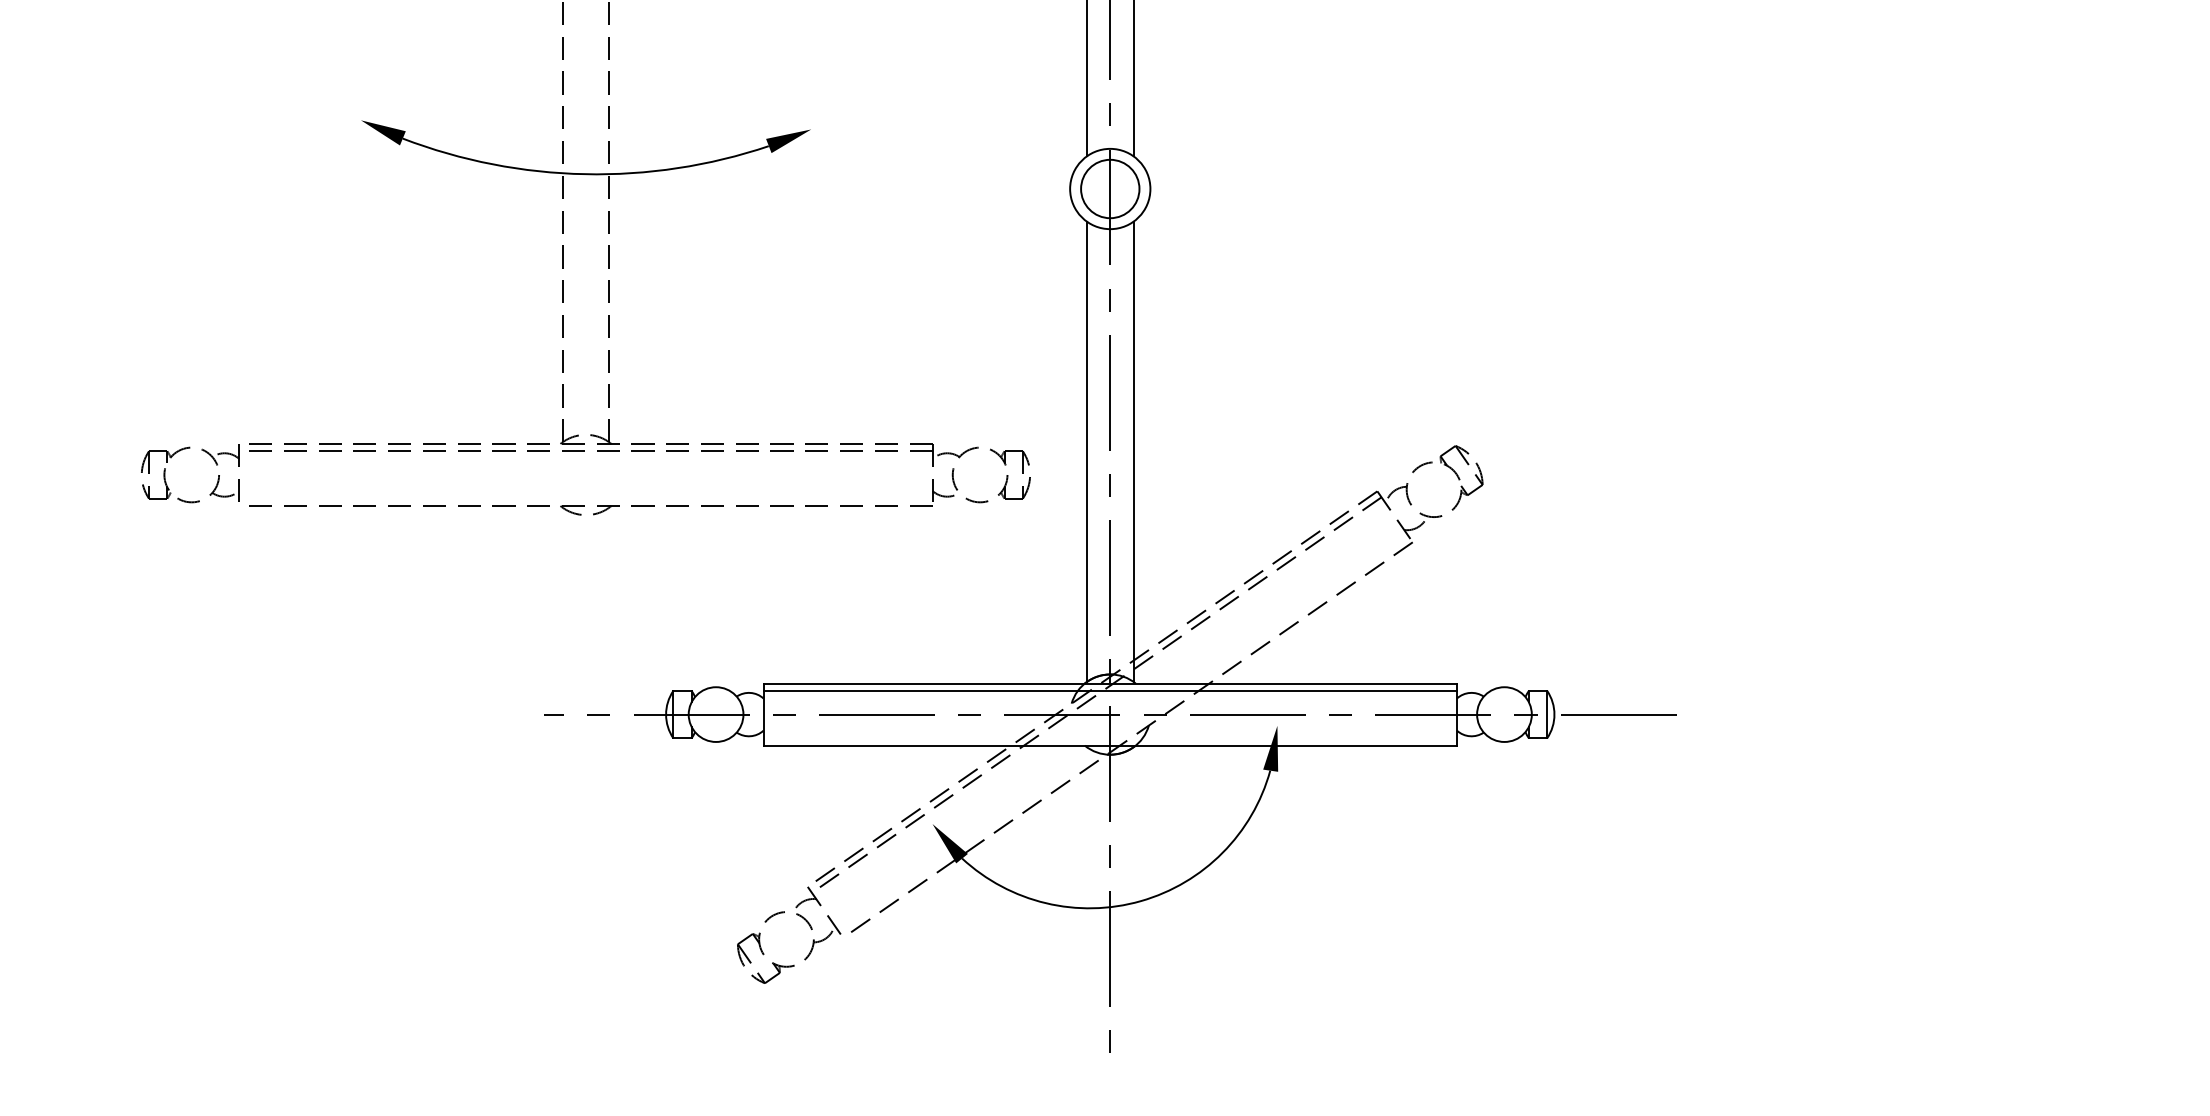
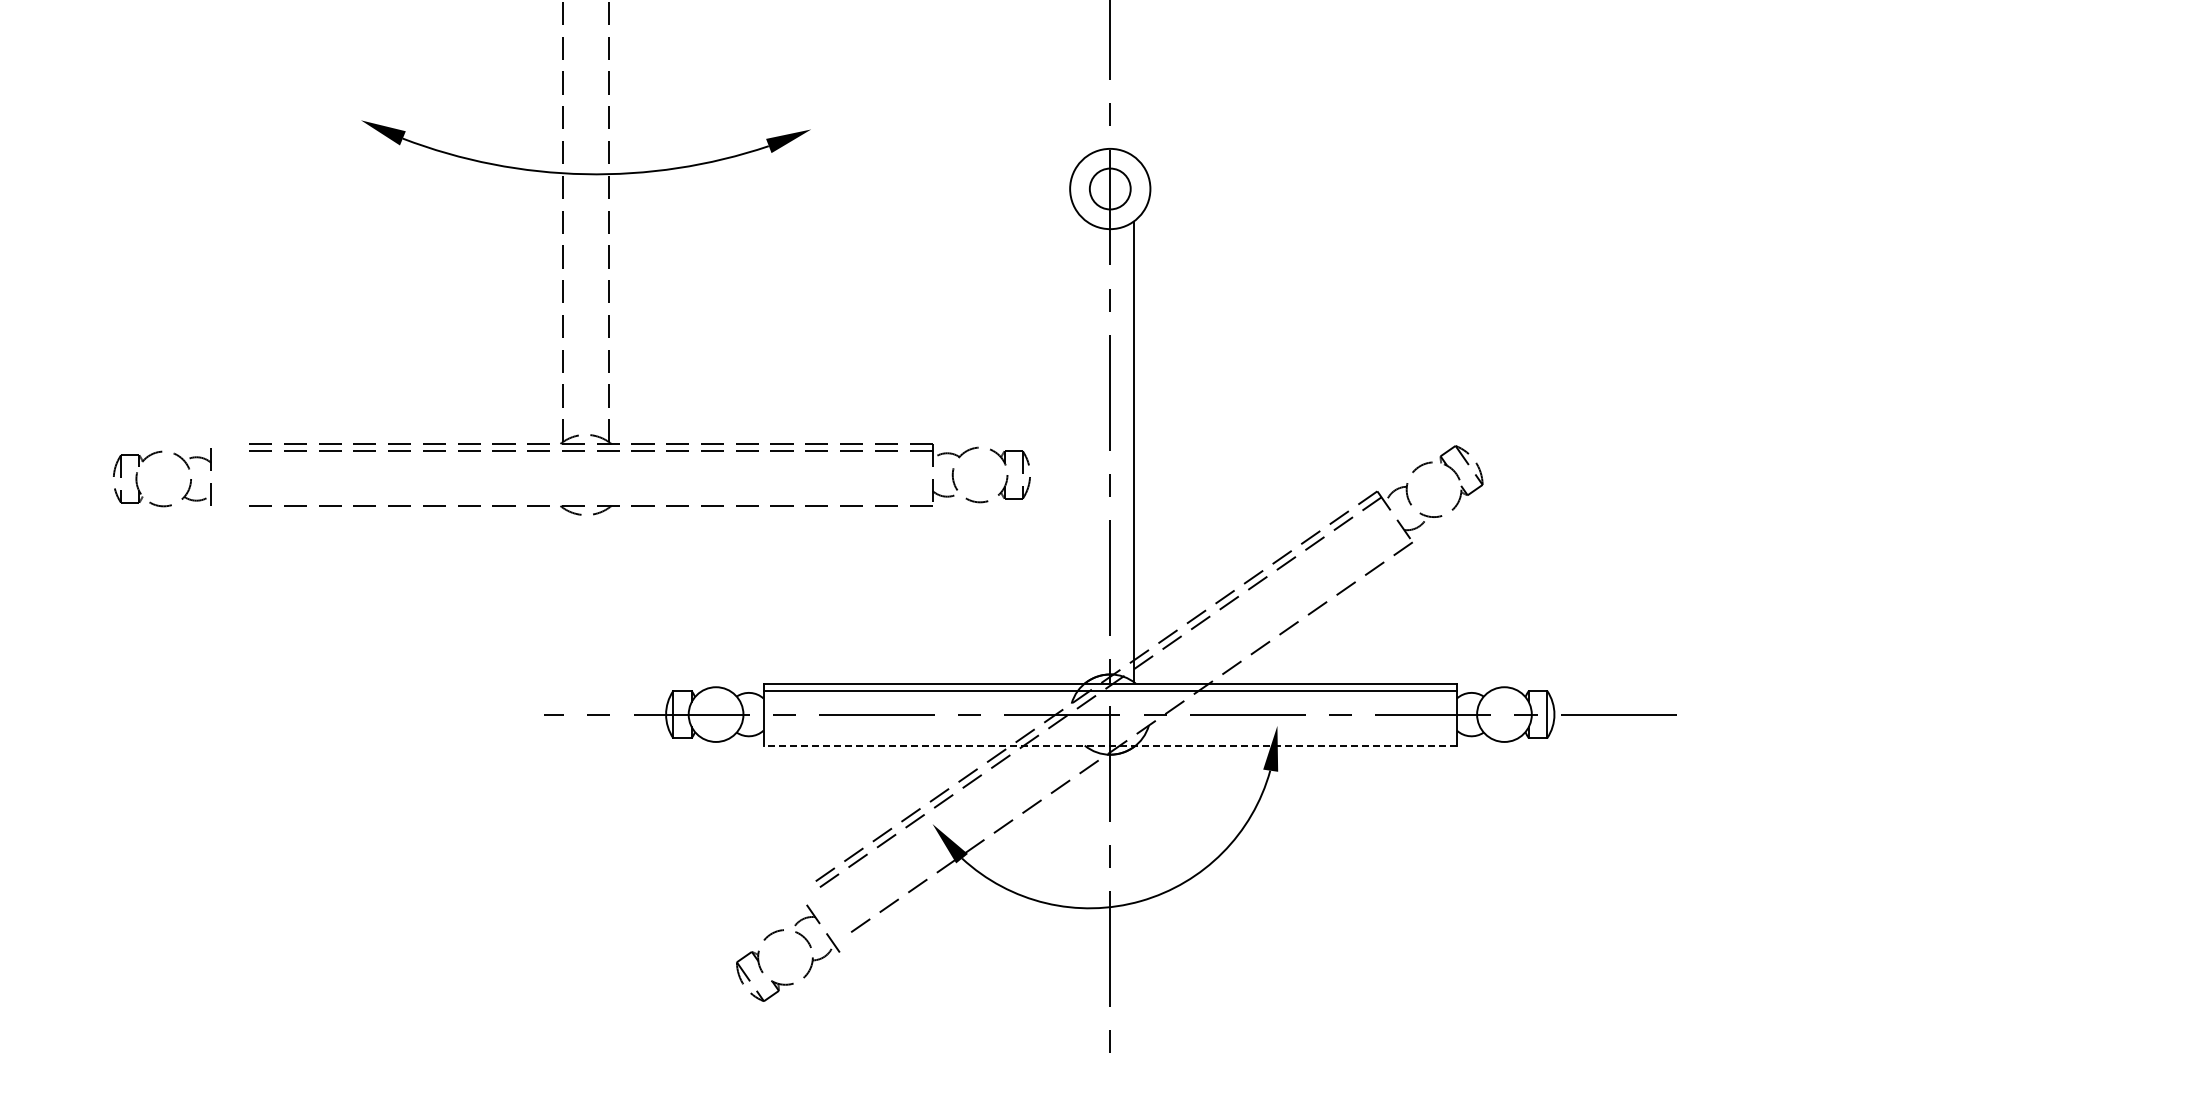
line at (1086, 79): present -> none
line at (1133, 79): present -> none
circle at (1110, 188) diameter: 58 px -> 41 px
line at (1086, 451): present -> none
part at (174, 455) position: (174, 455) -> (146, 459)
line at (1110, 745): solid -> dashed
part at (803, 919) position: (803, 919) -> (802, 937)
